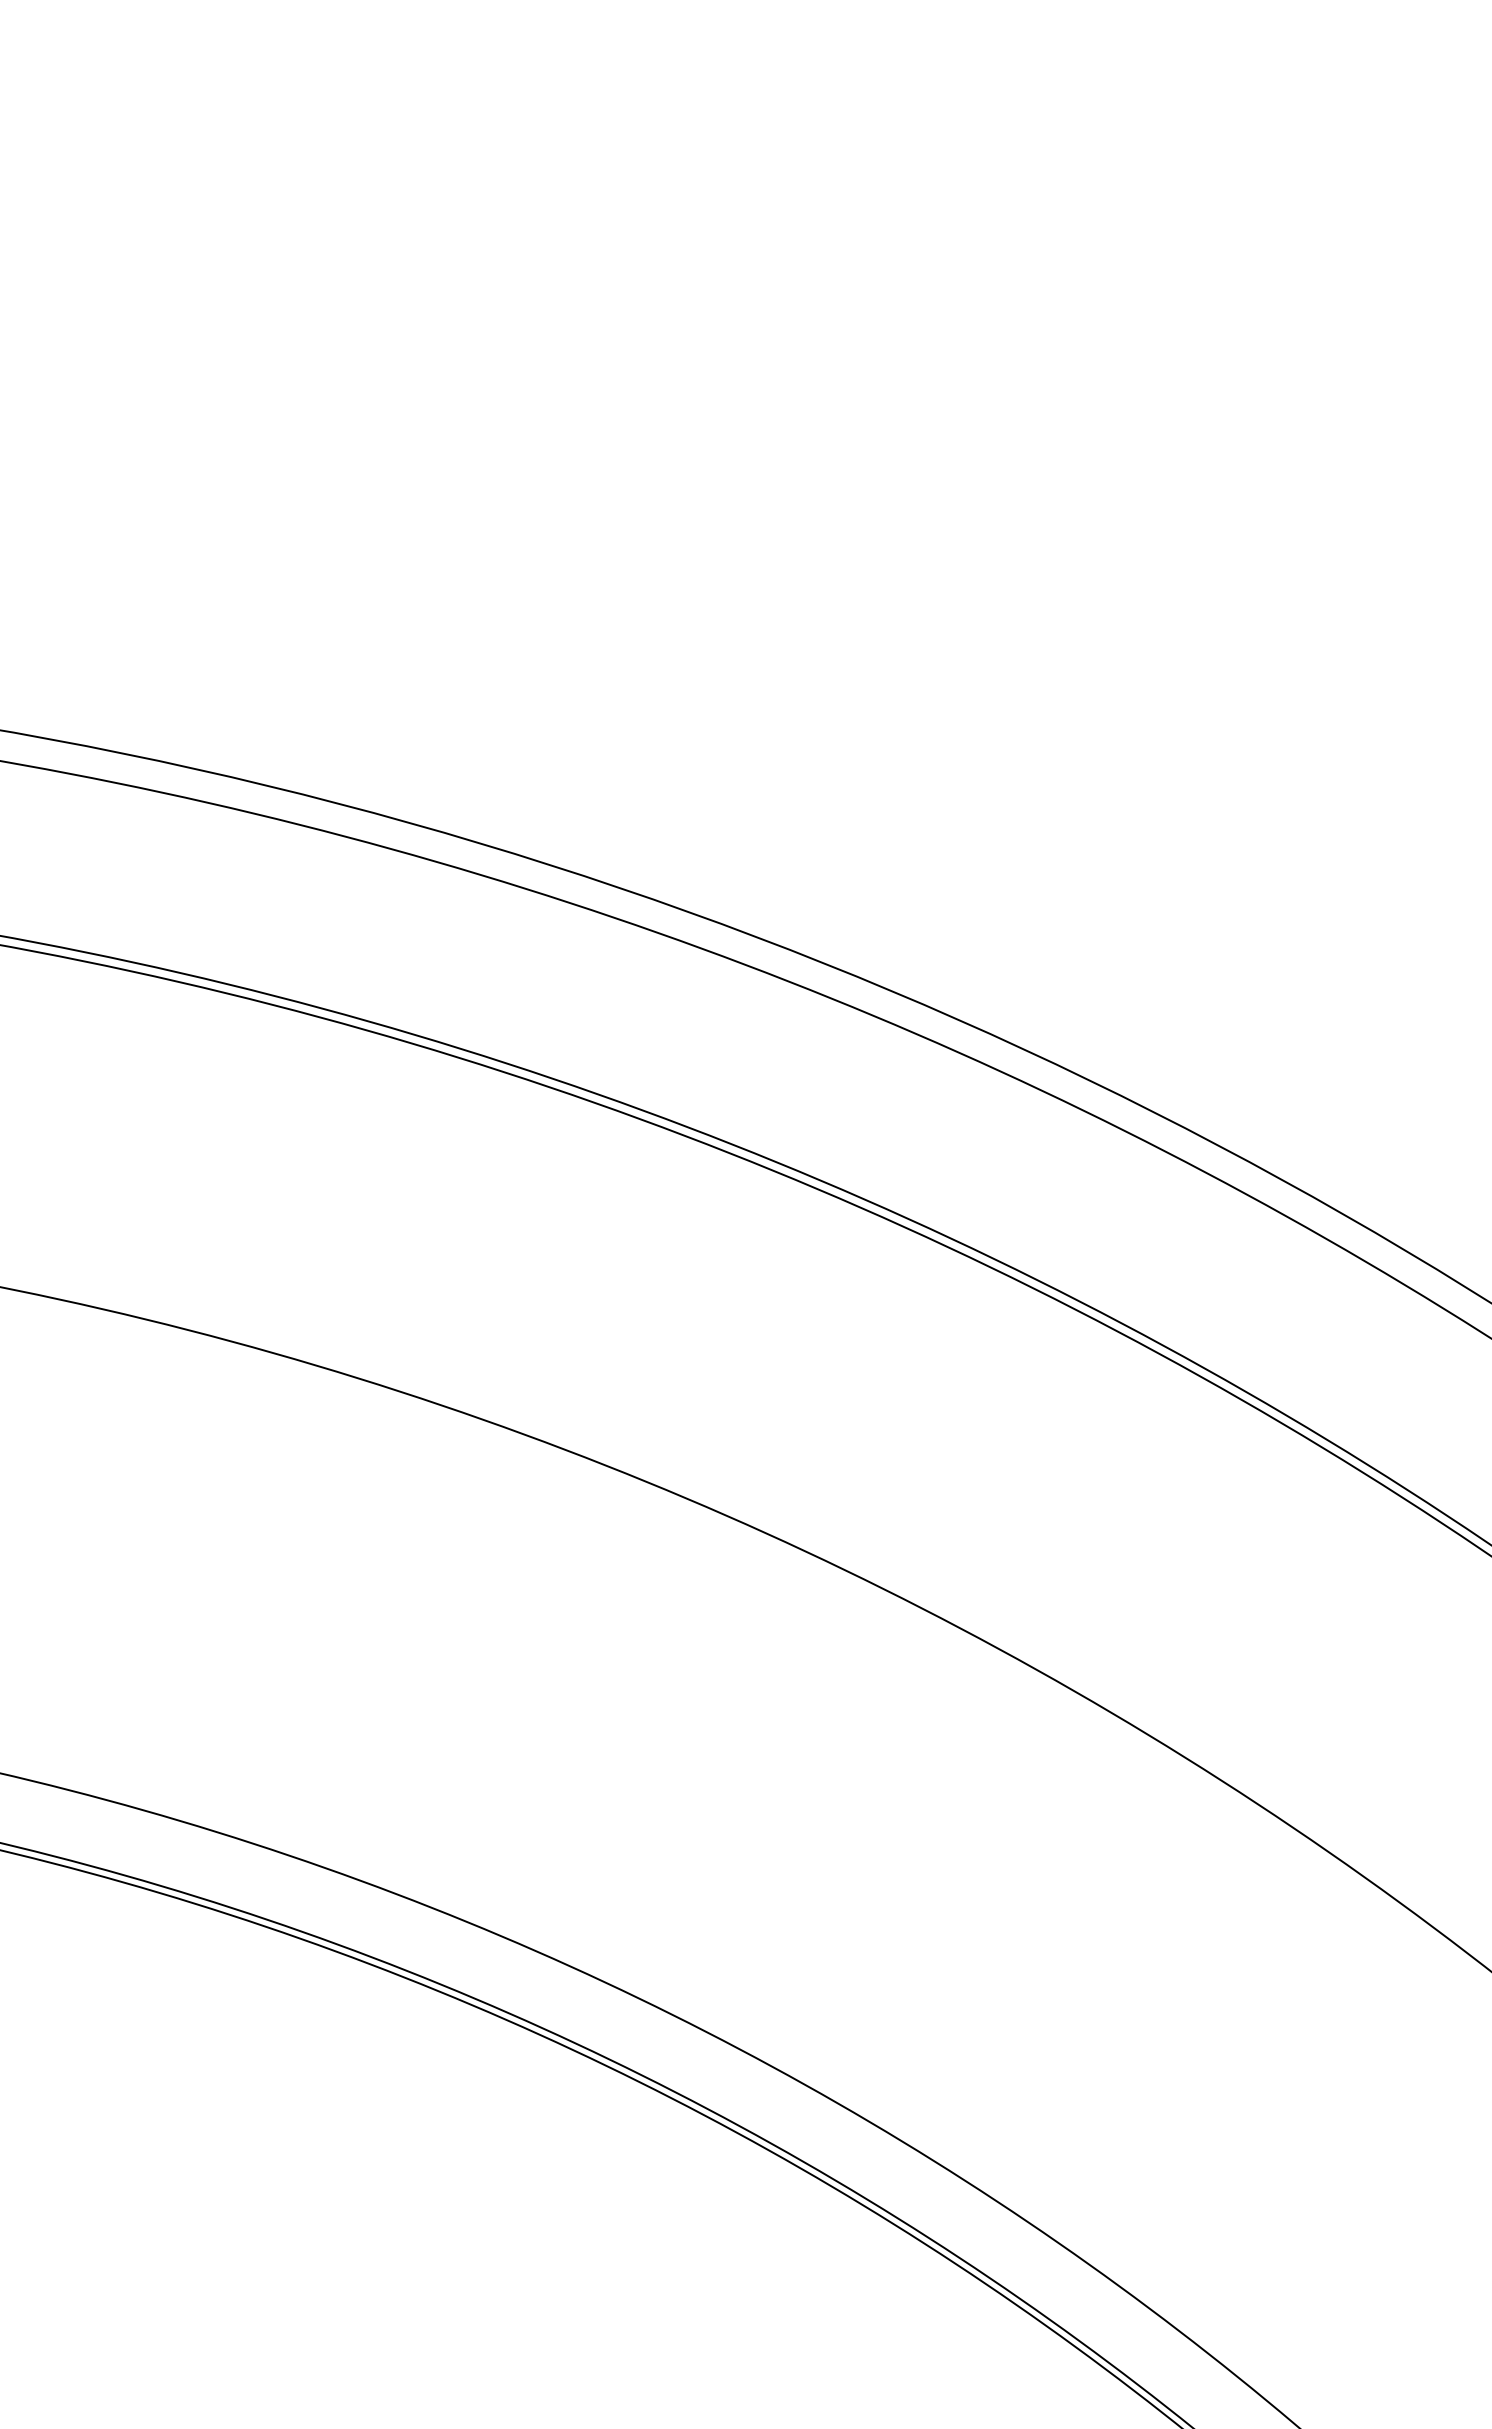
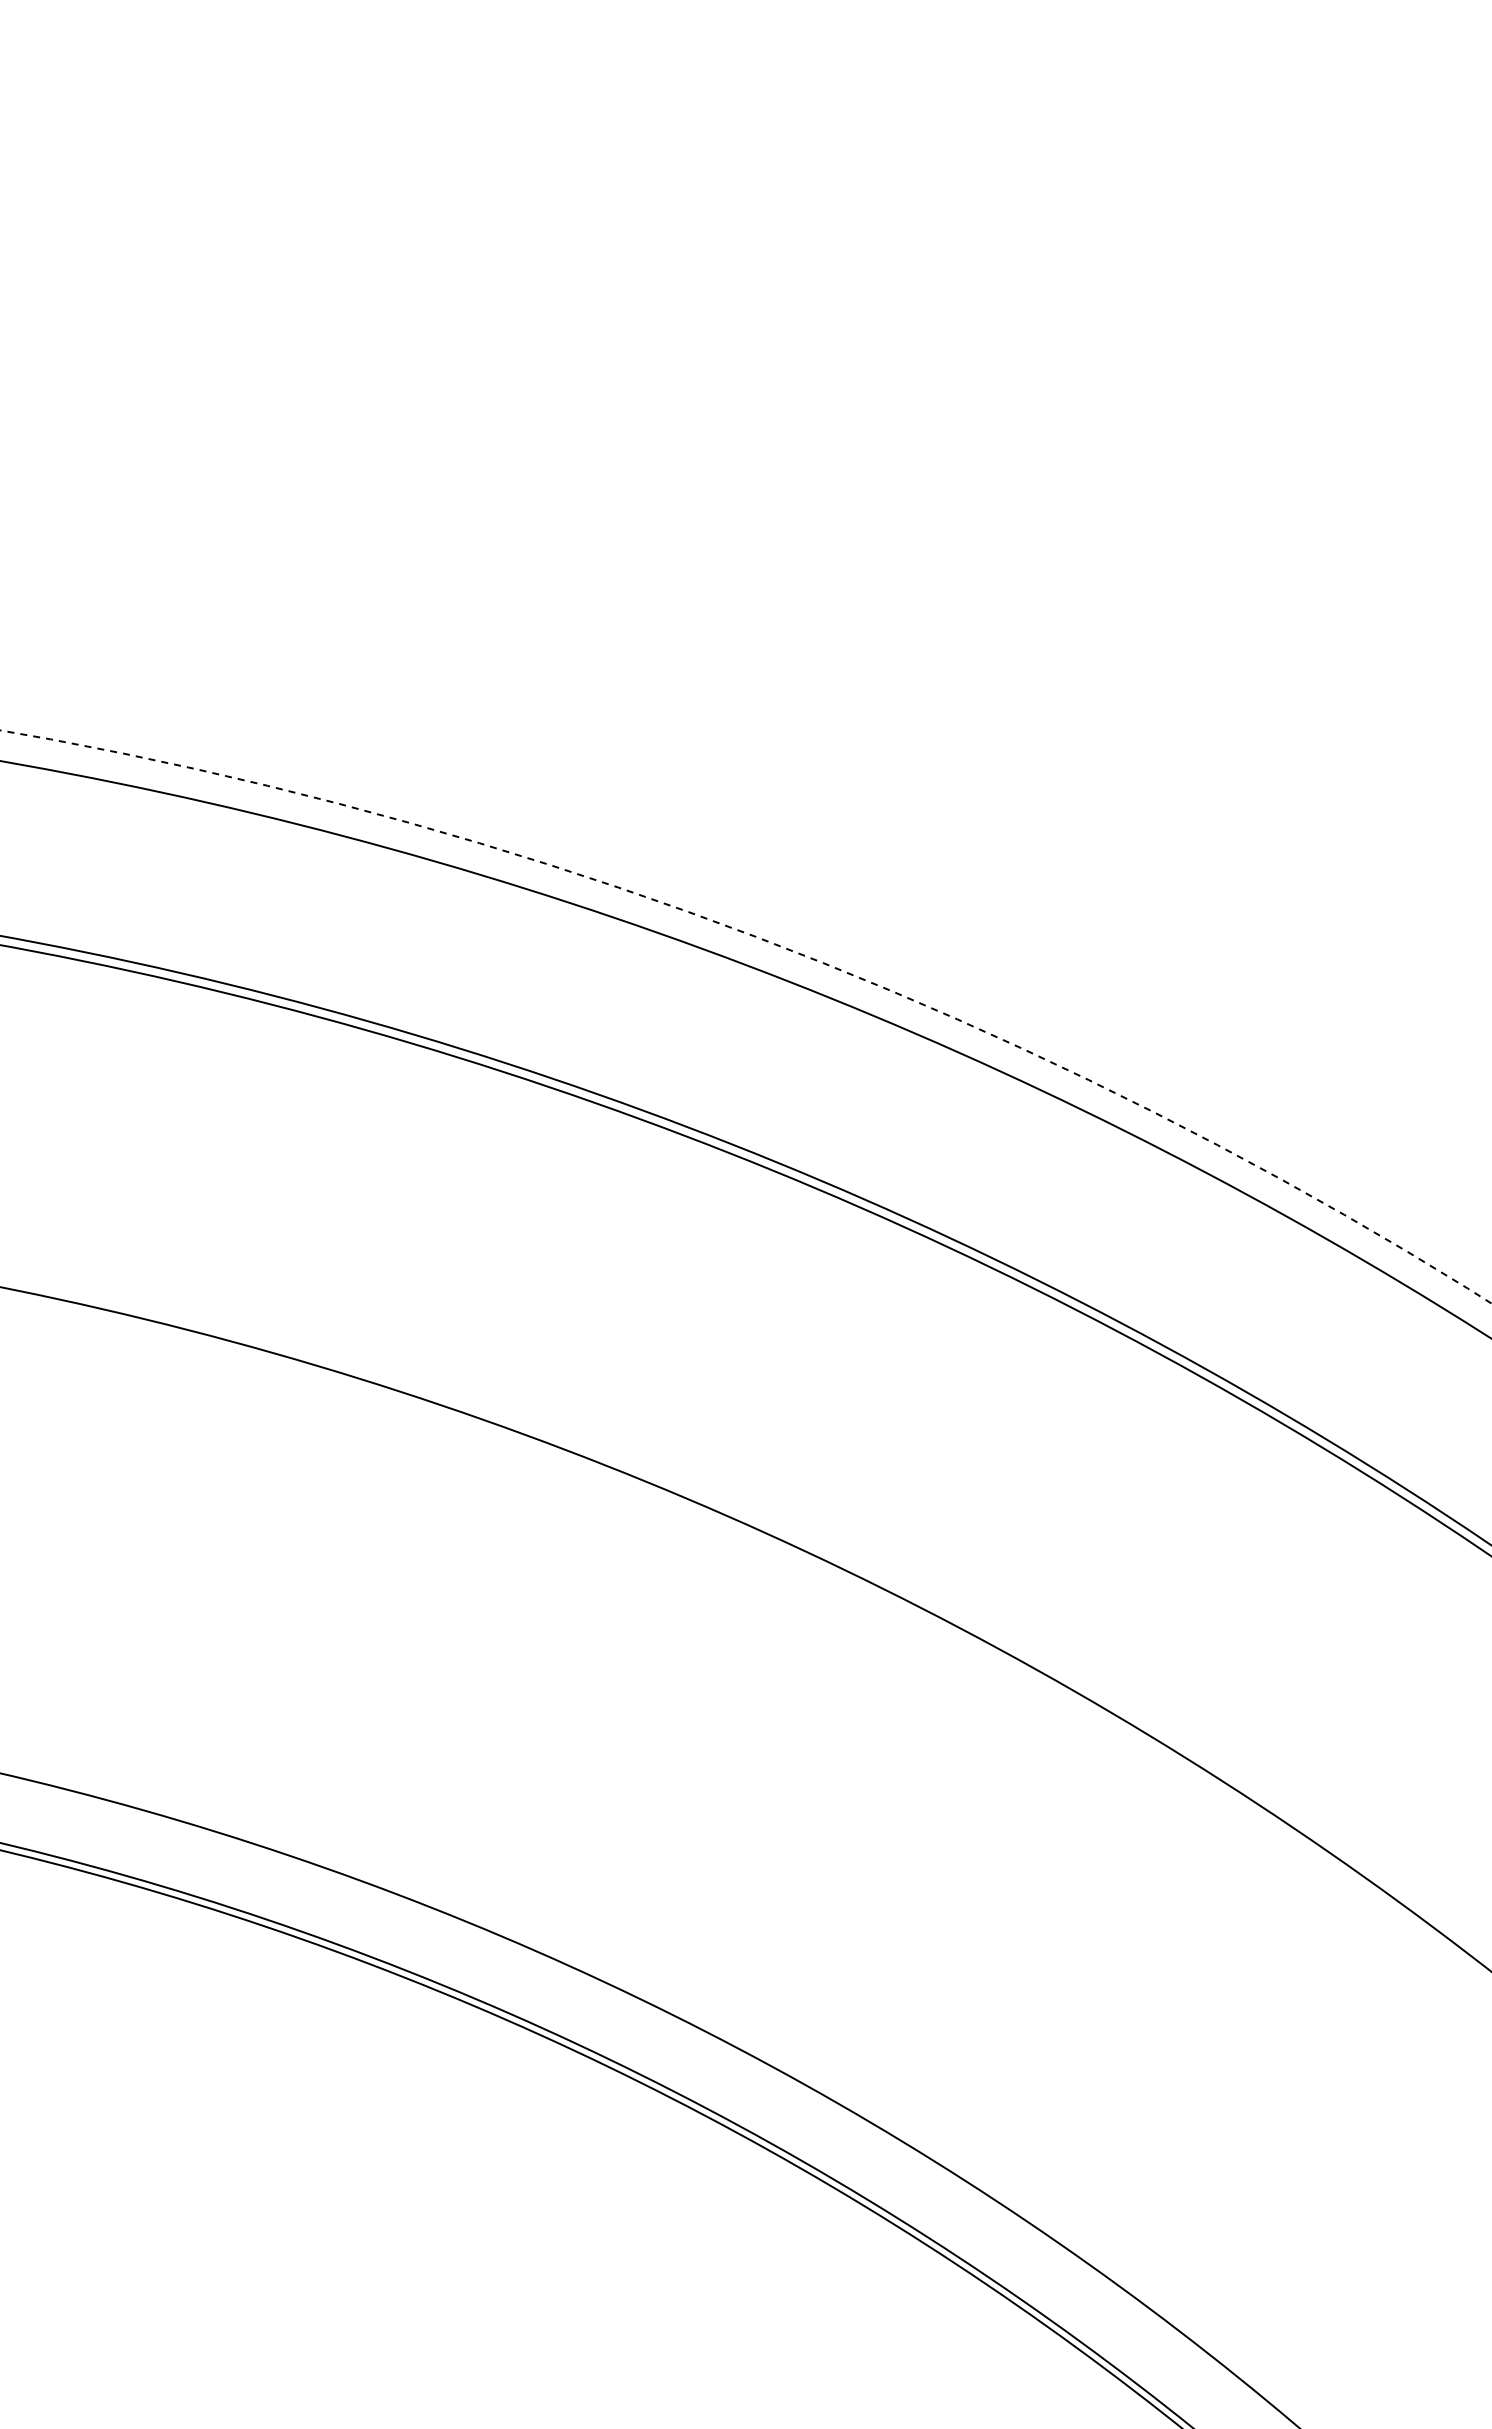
arc at (774, 944): solid -> dashed
